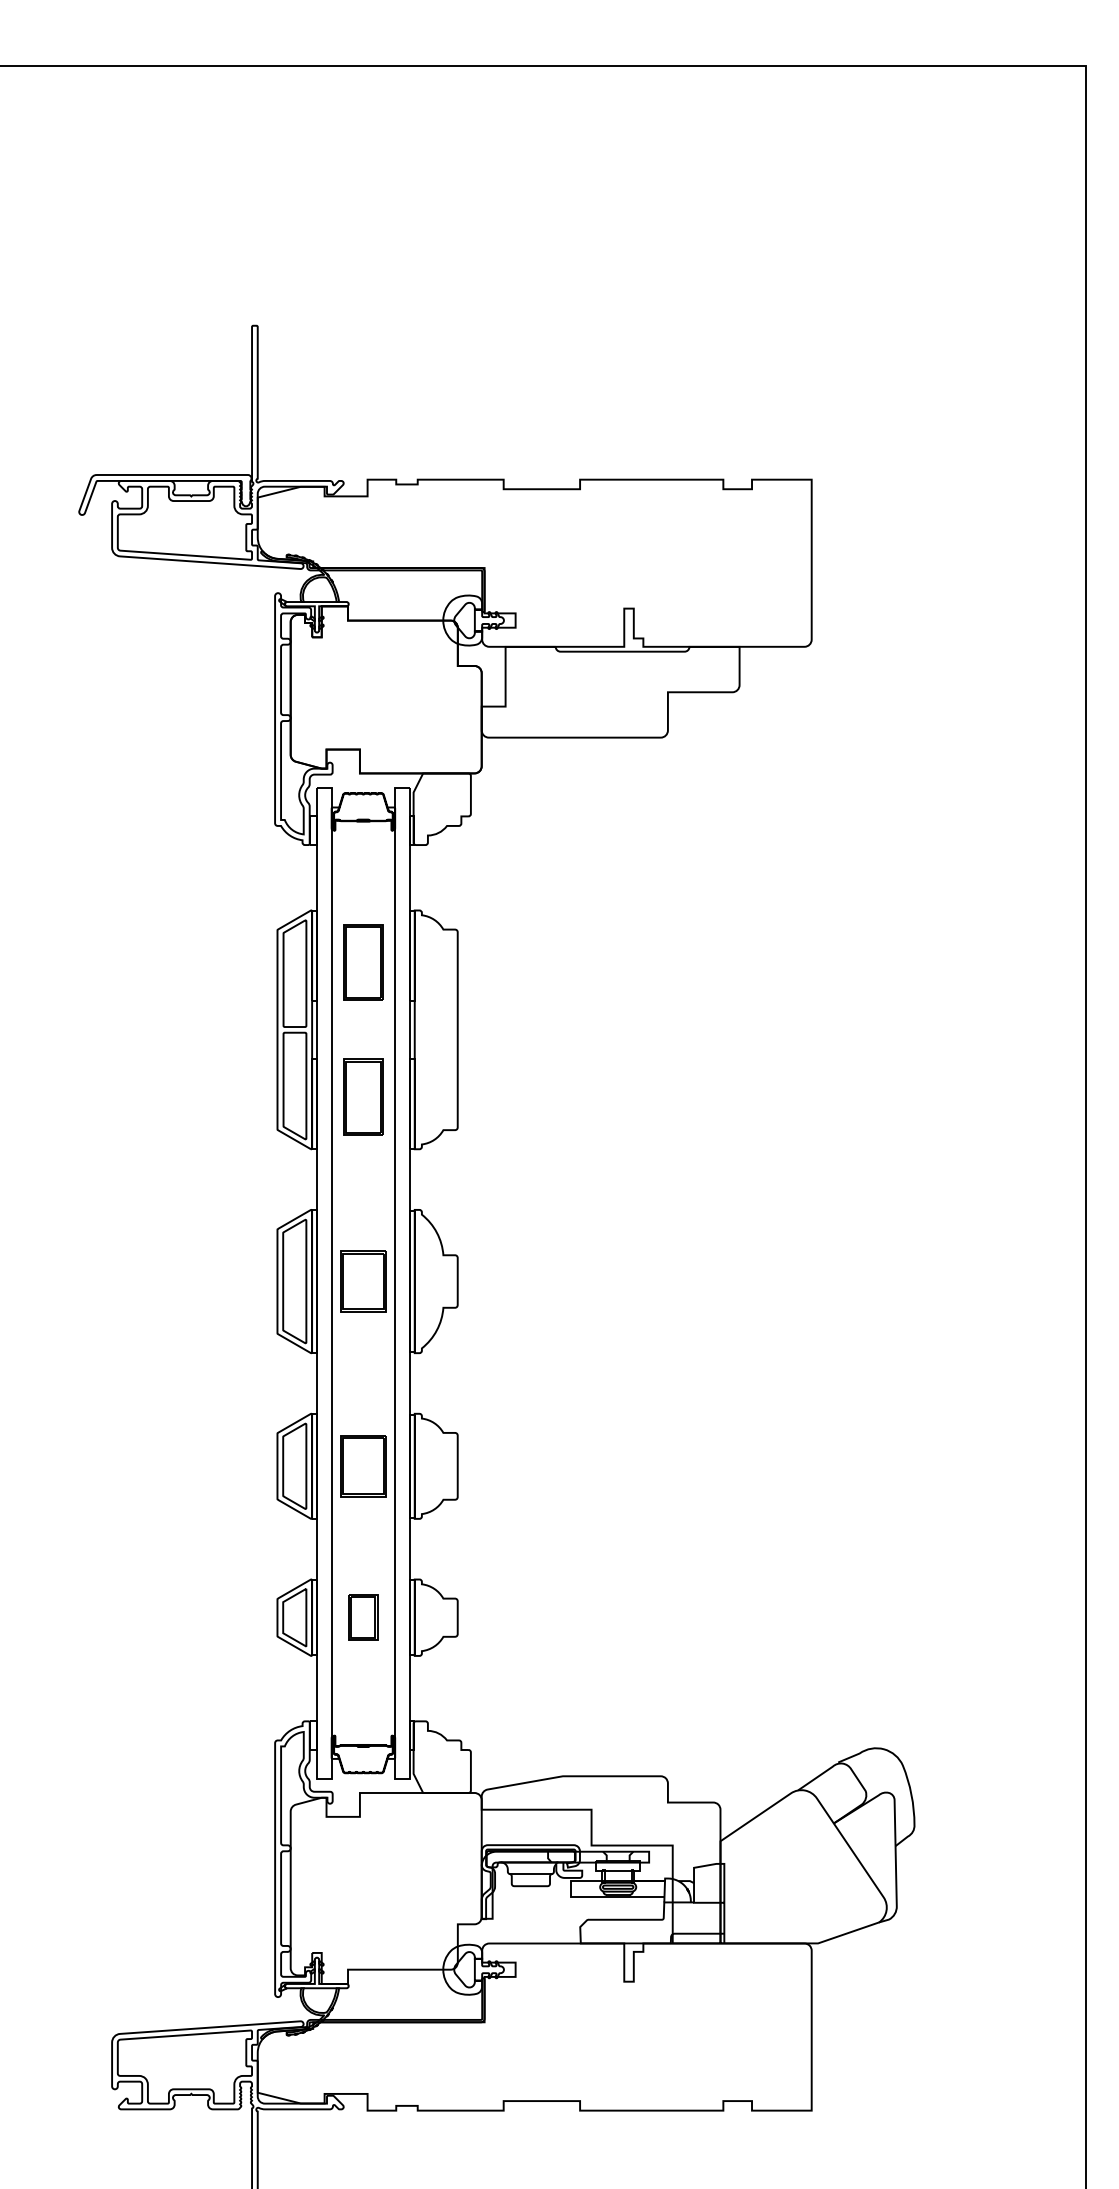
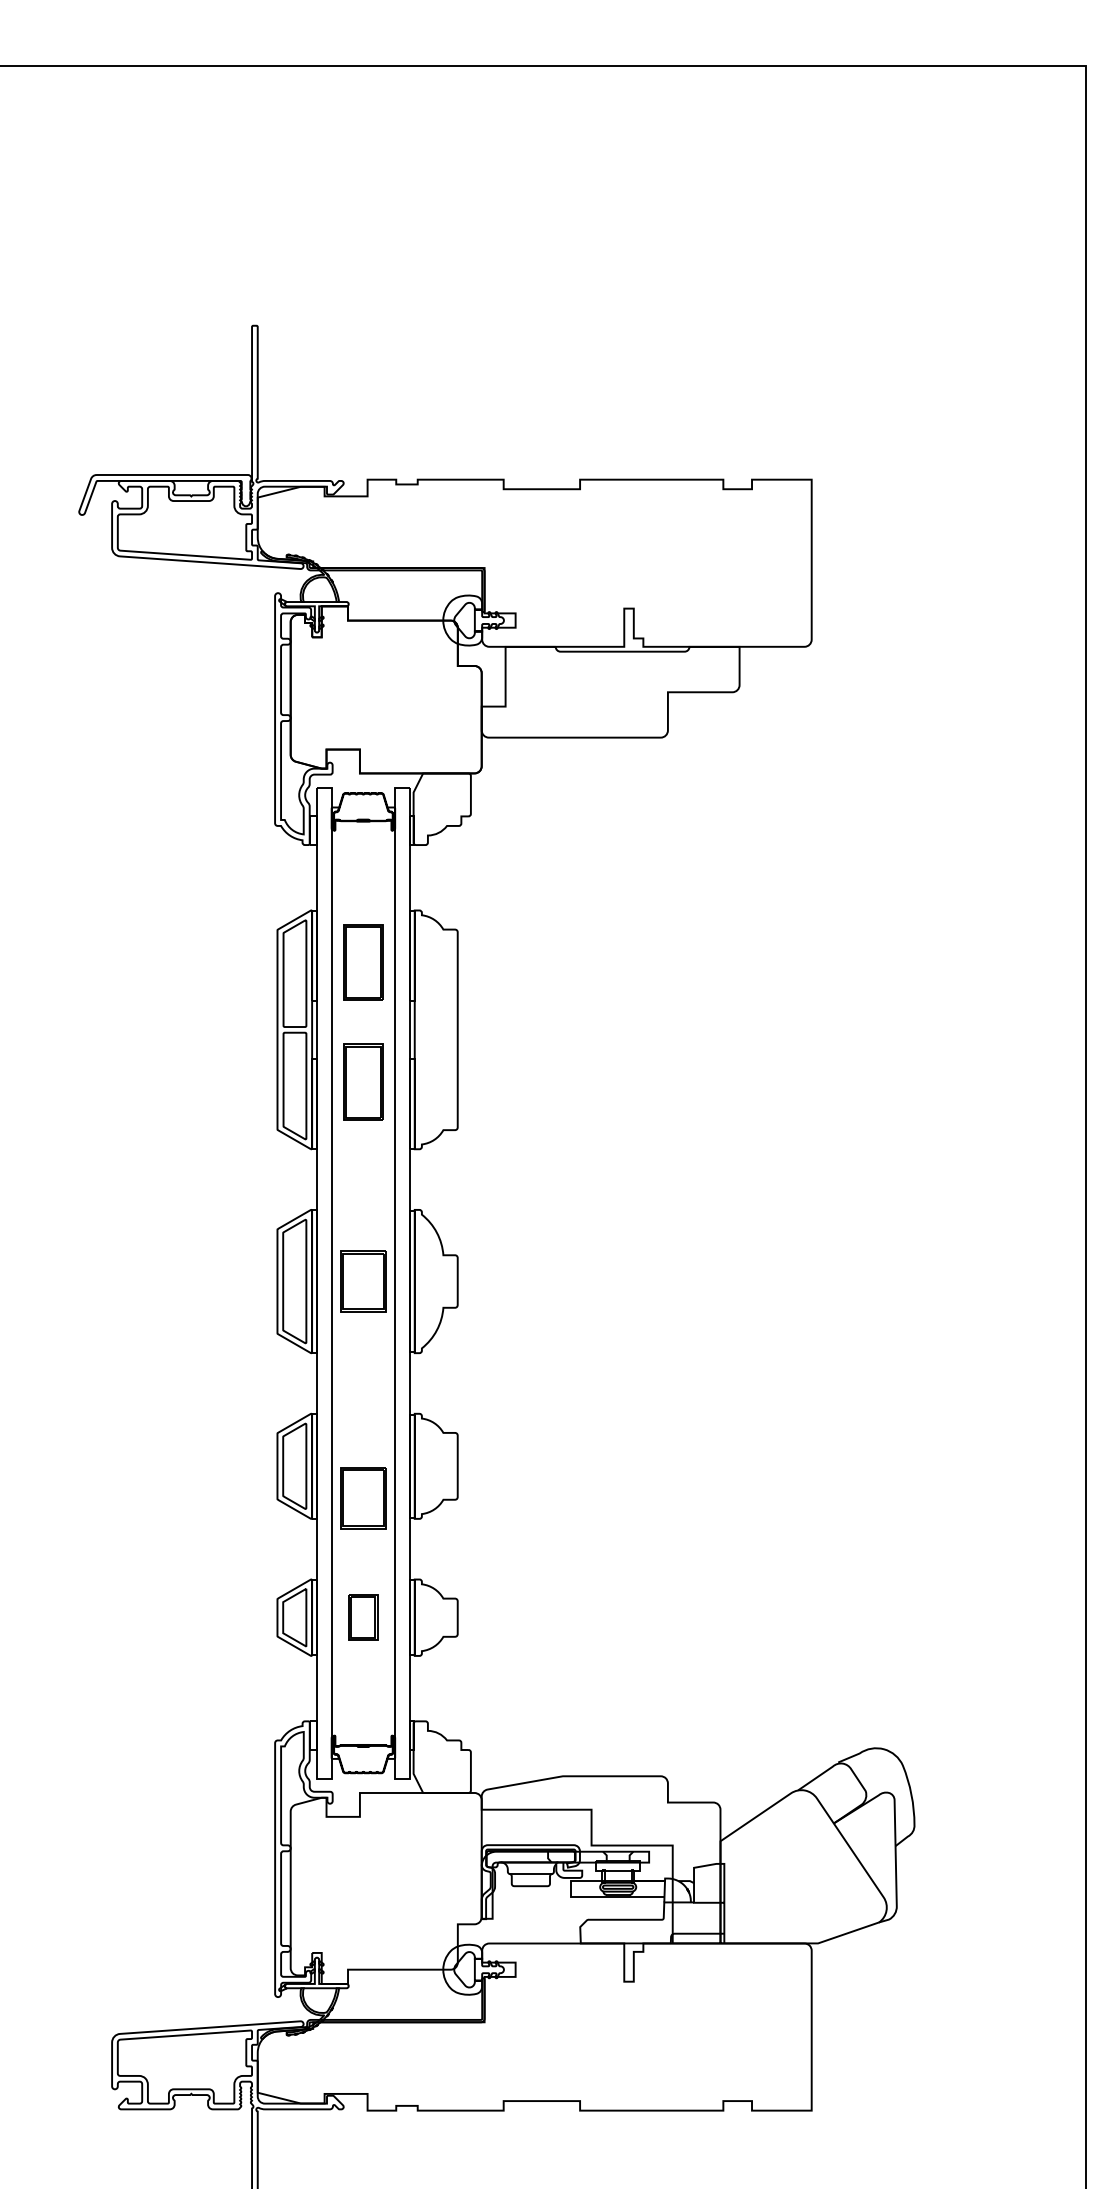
part at (363, 1096) position: (363, 1096) -> (363, 1081)
part at (363, 1466) position: (363, 1466) -> (363, 1498)
